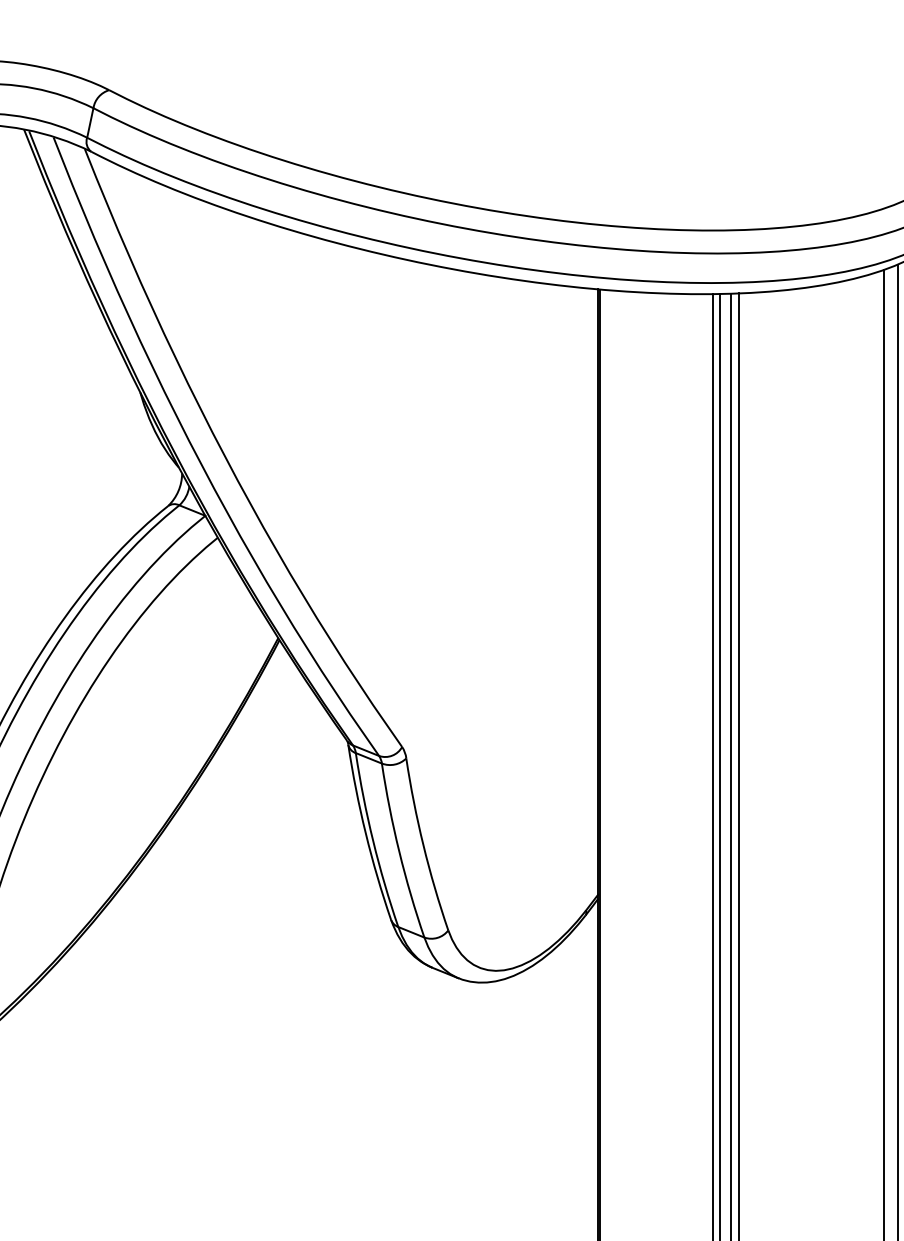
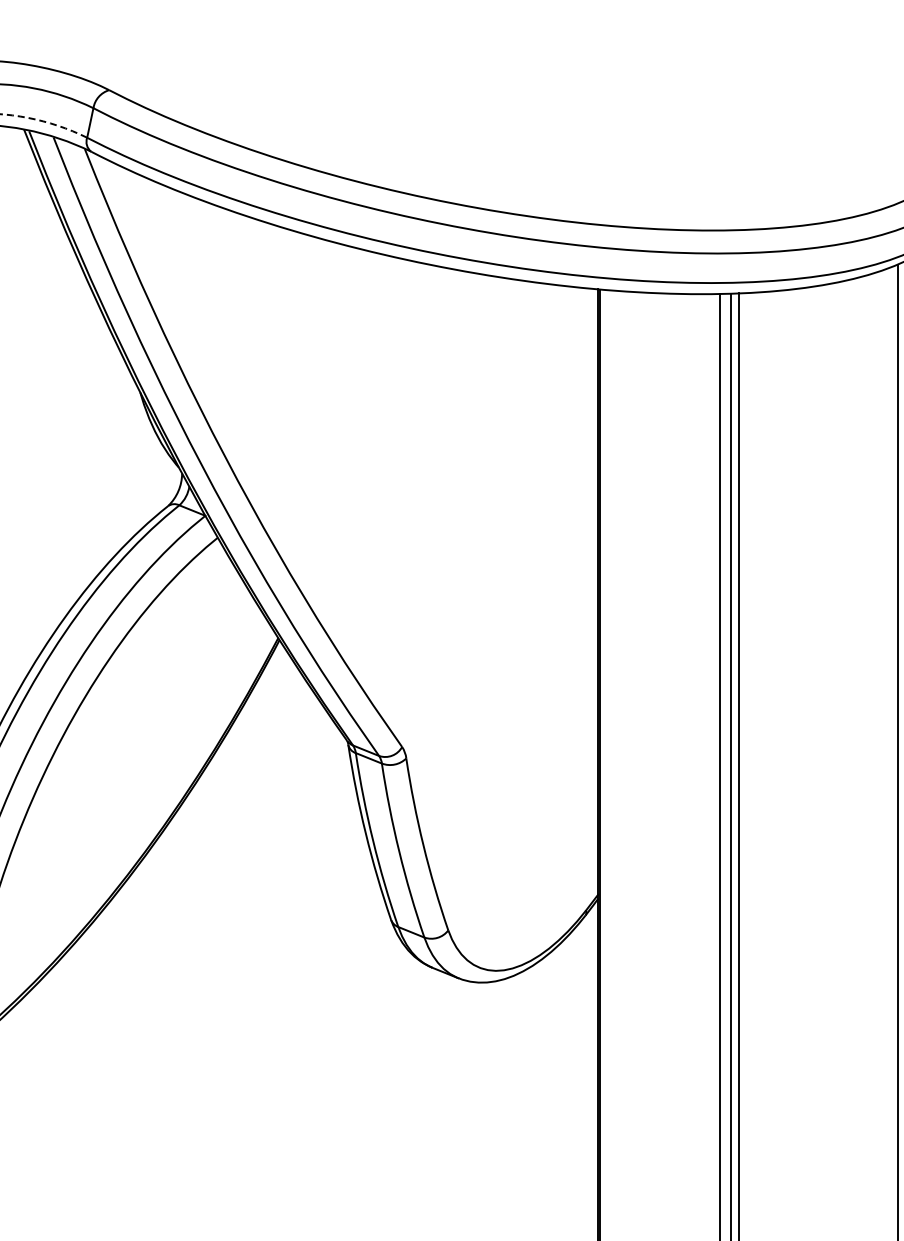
arc at (44, 121): solid -> dashed
line at (883, 753): present -> none
line at (713, 765): present -> none
